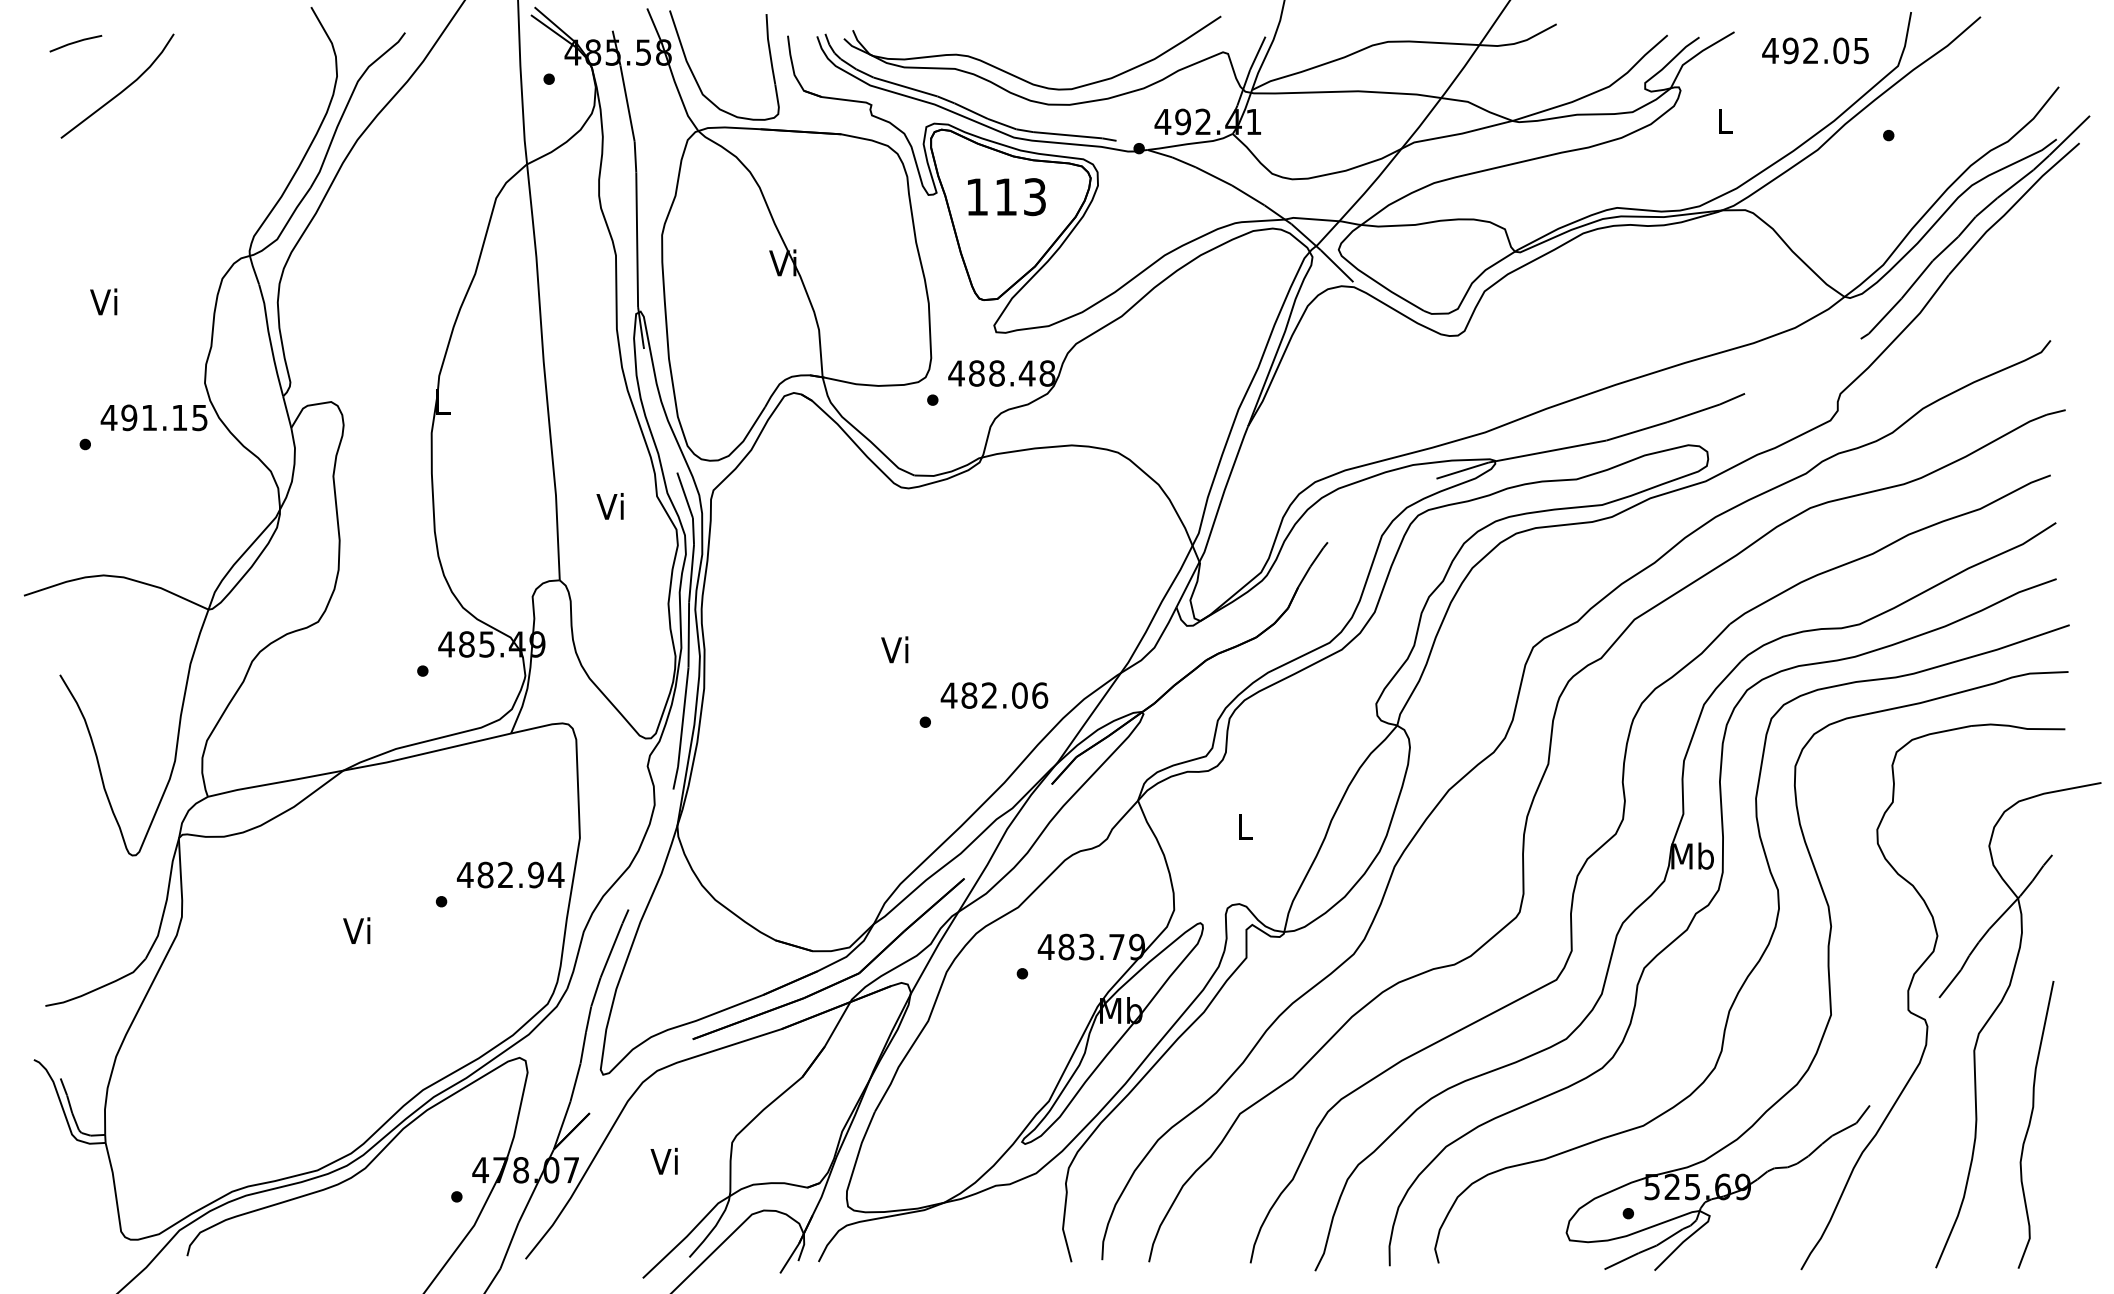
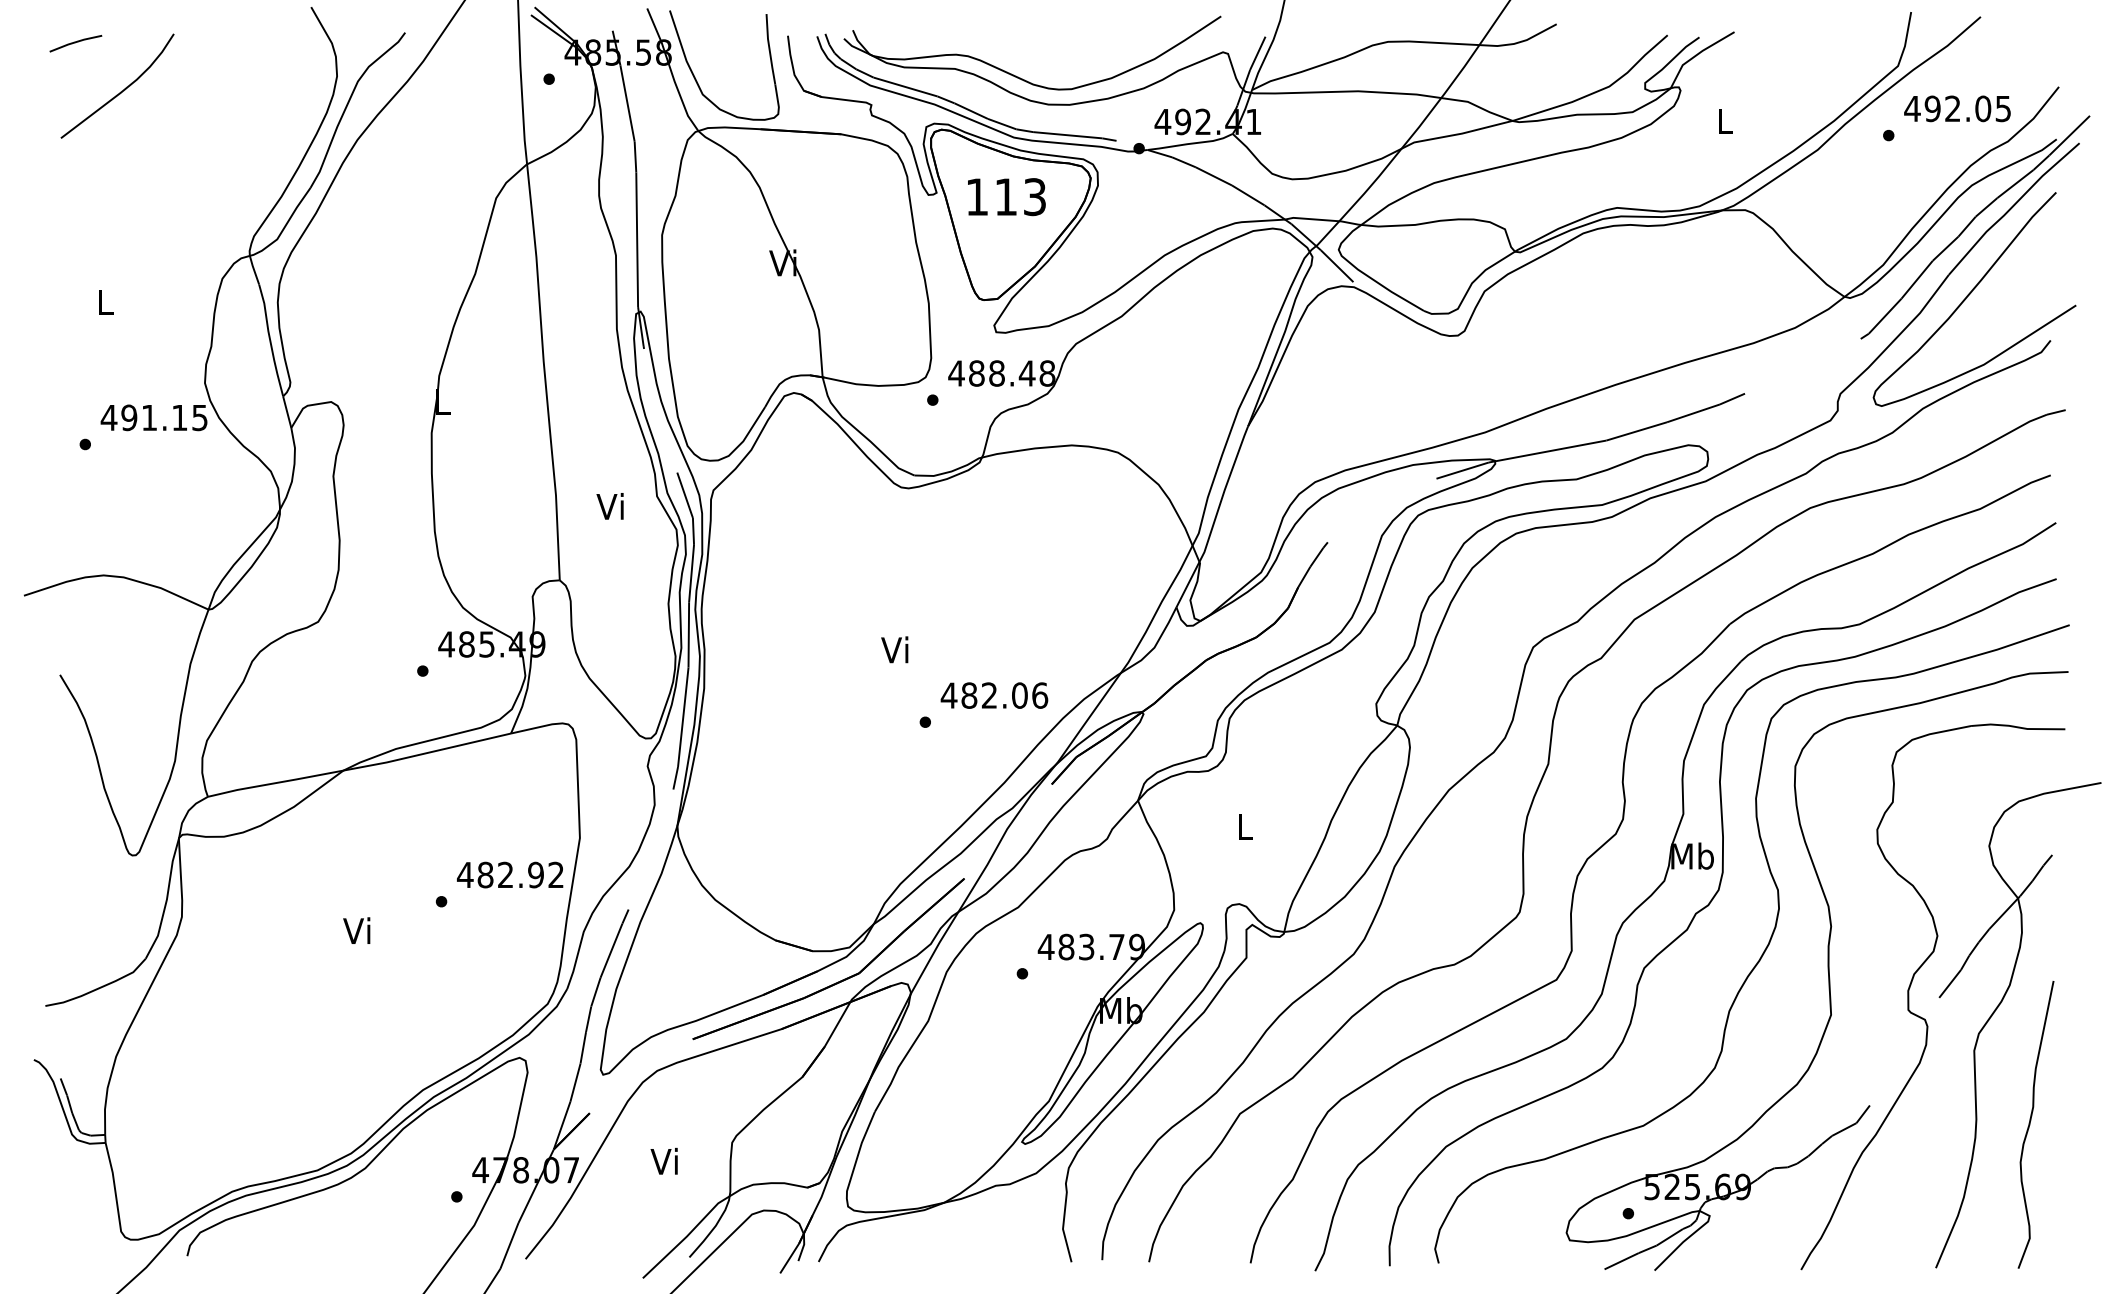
text at (1815, 50) position: (1815, 50) -> (1957, 108)
curve at (1970, 294): none -> present
text at (103, 301): Vi -> L
text at (555, 874): 482.94 -> 482.92
